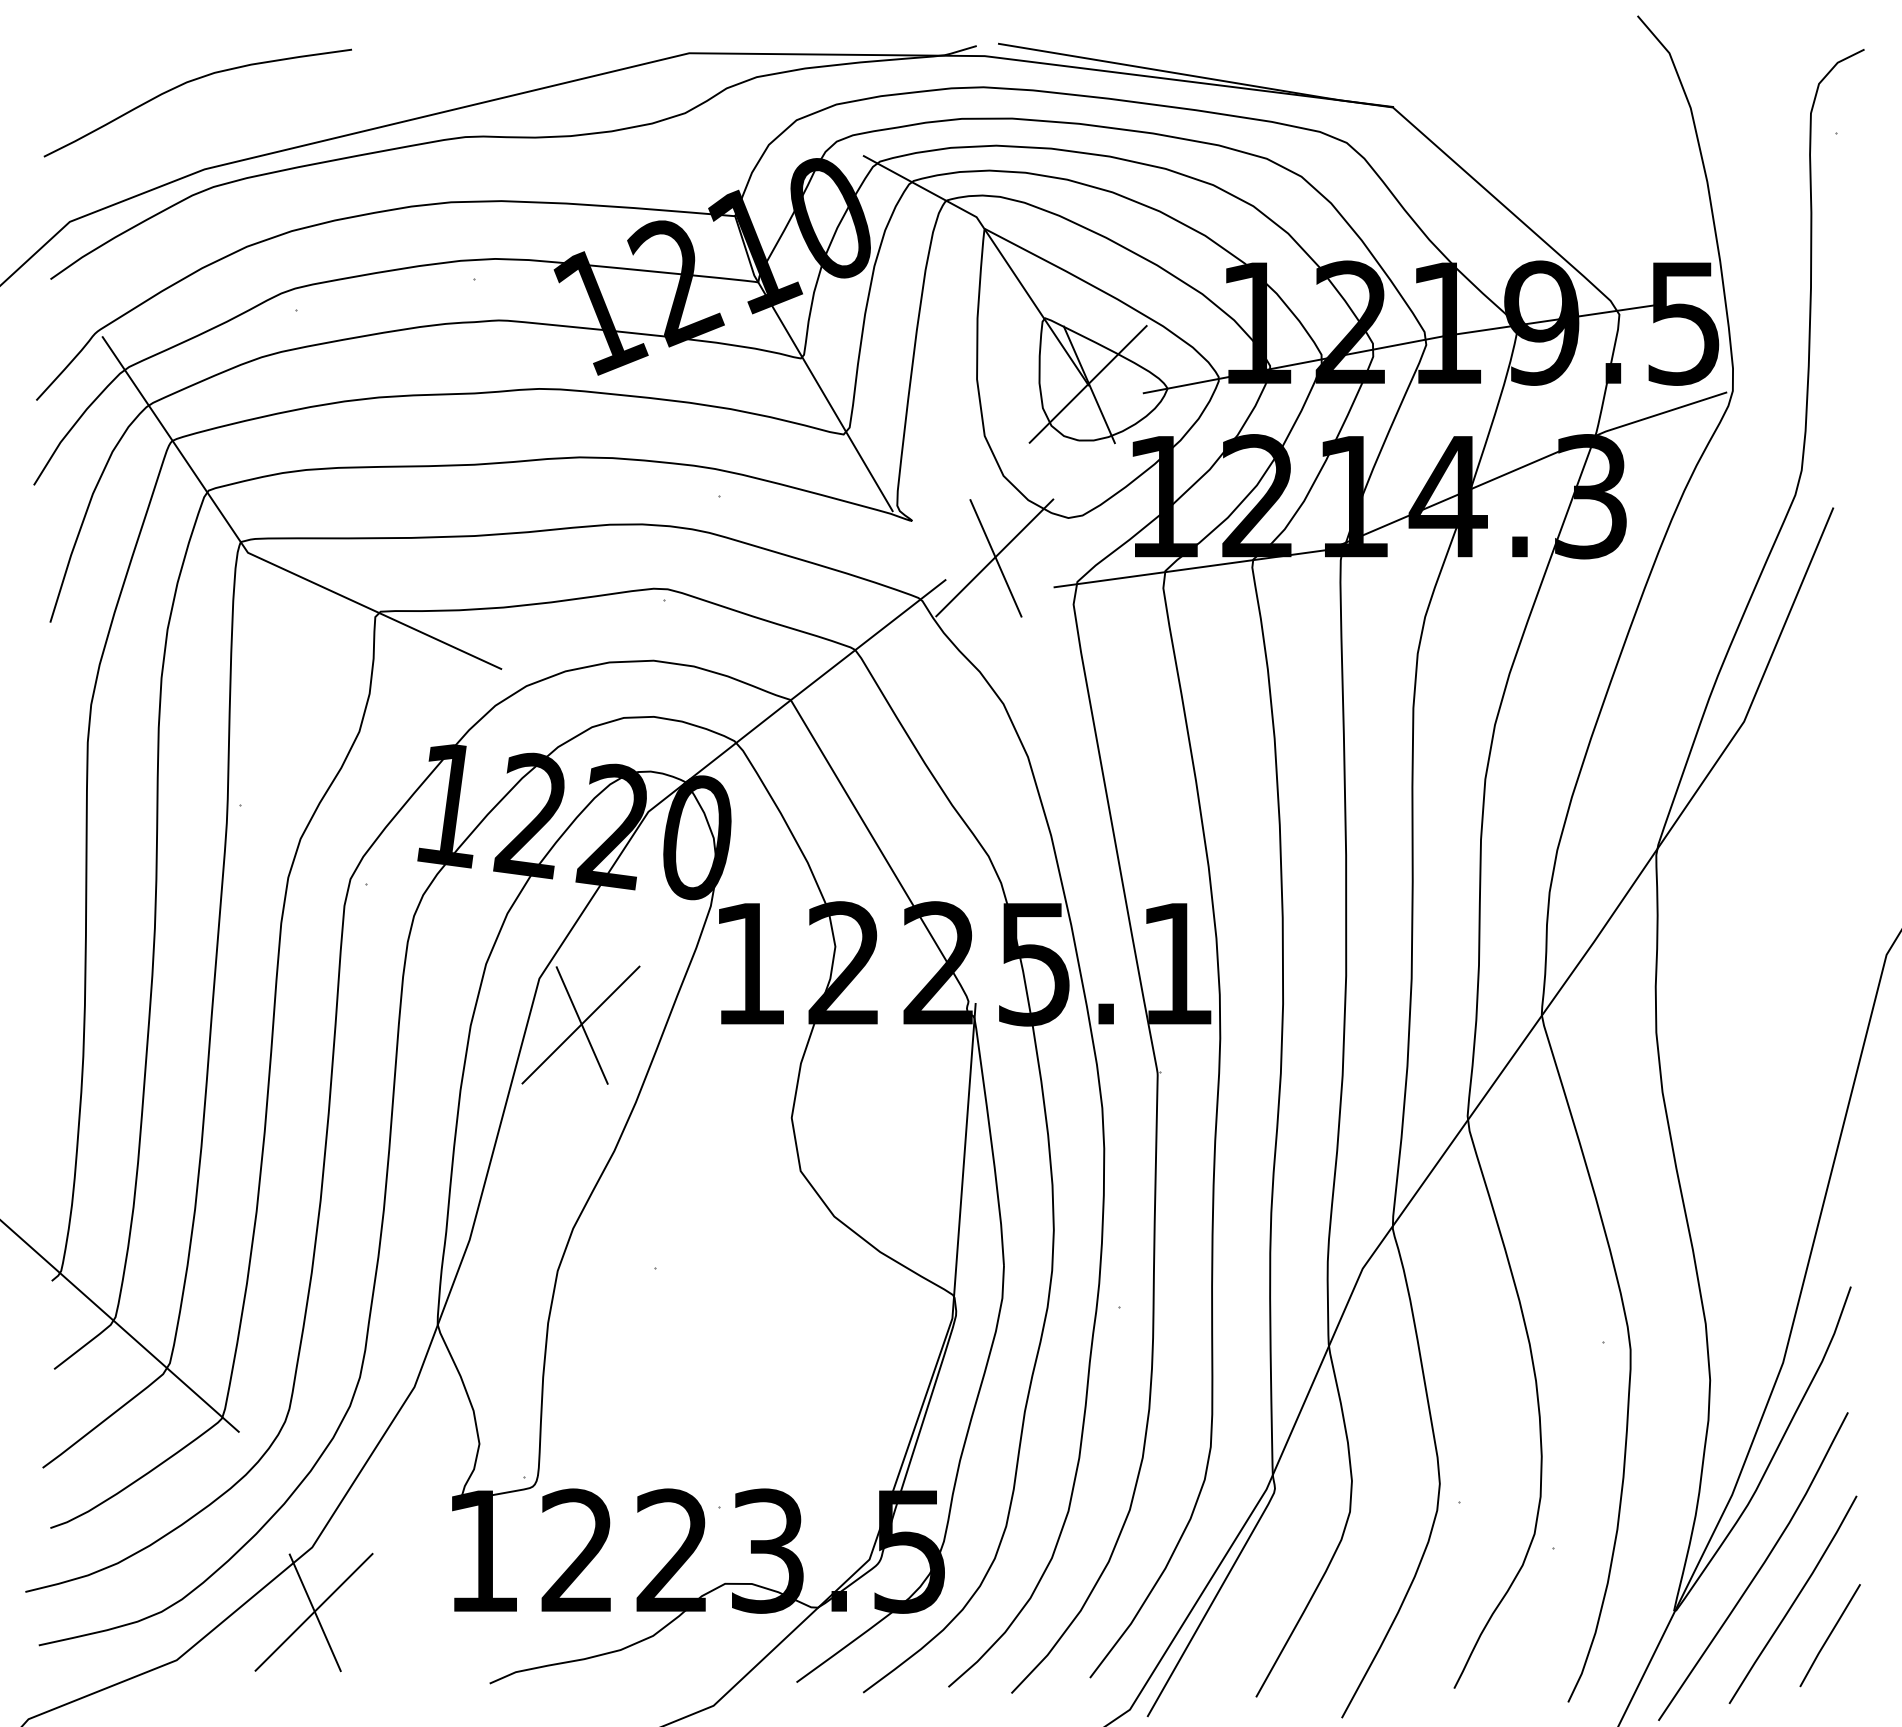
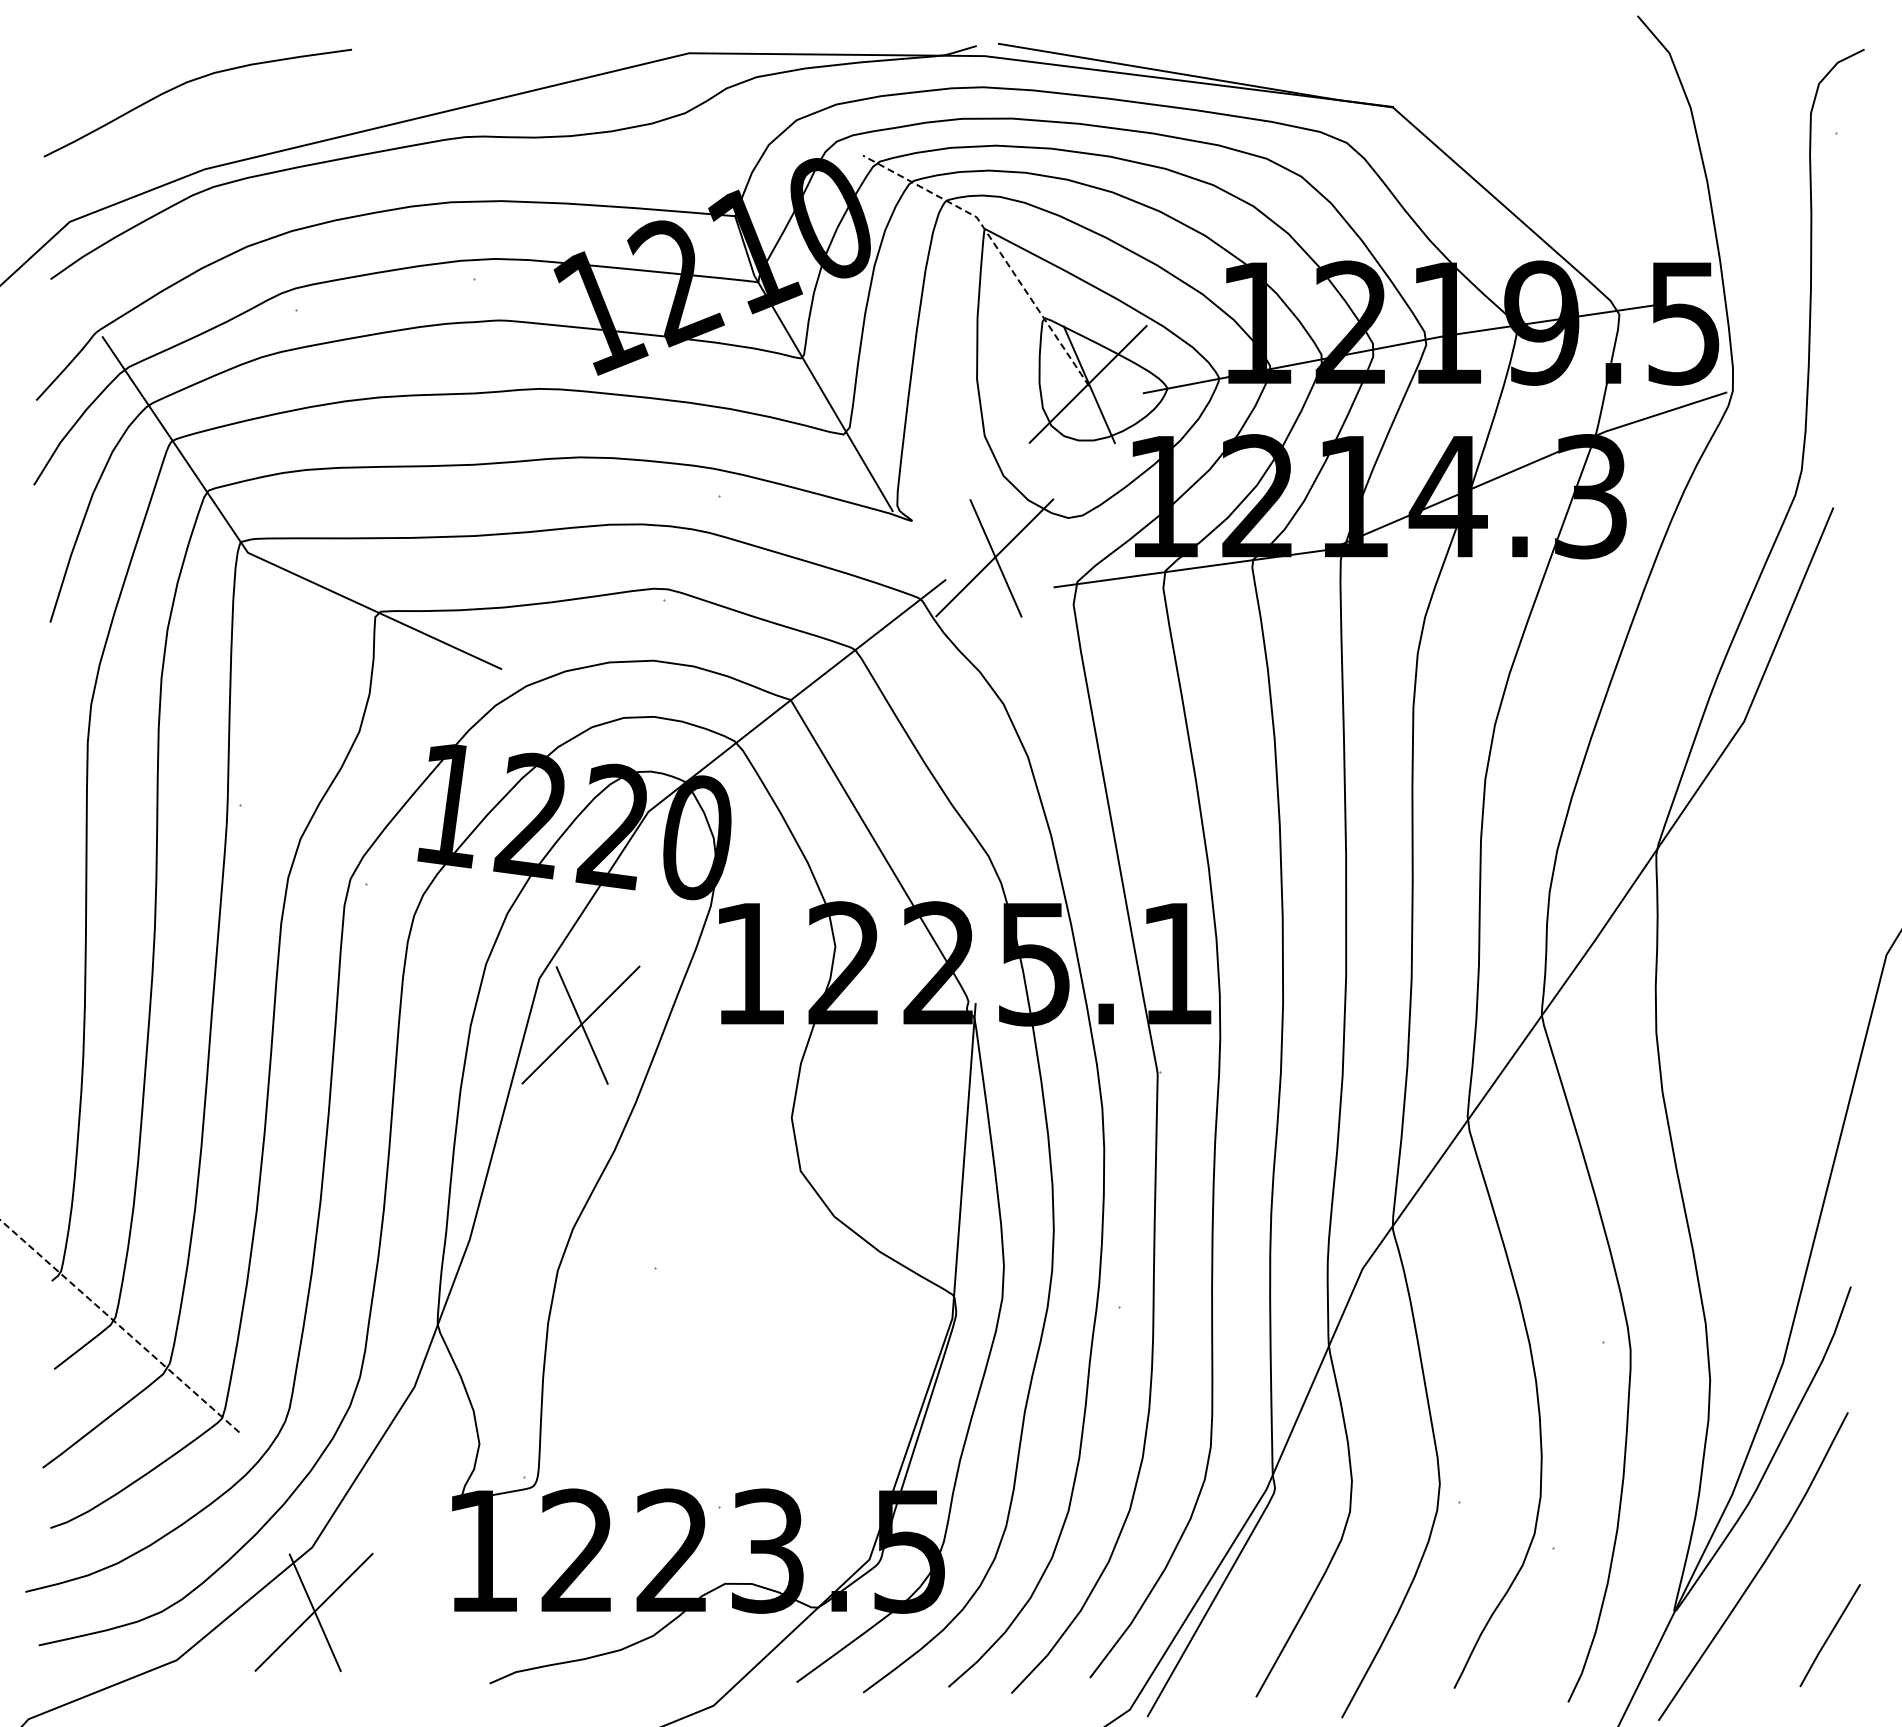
line at (996, 247): solid -> dashed
line at (120, 1326): solid -> dashed
curve at (1794, 1599): present -> none
